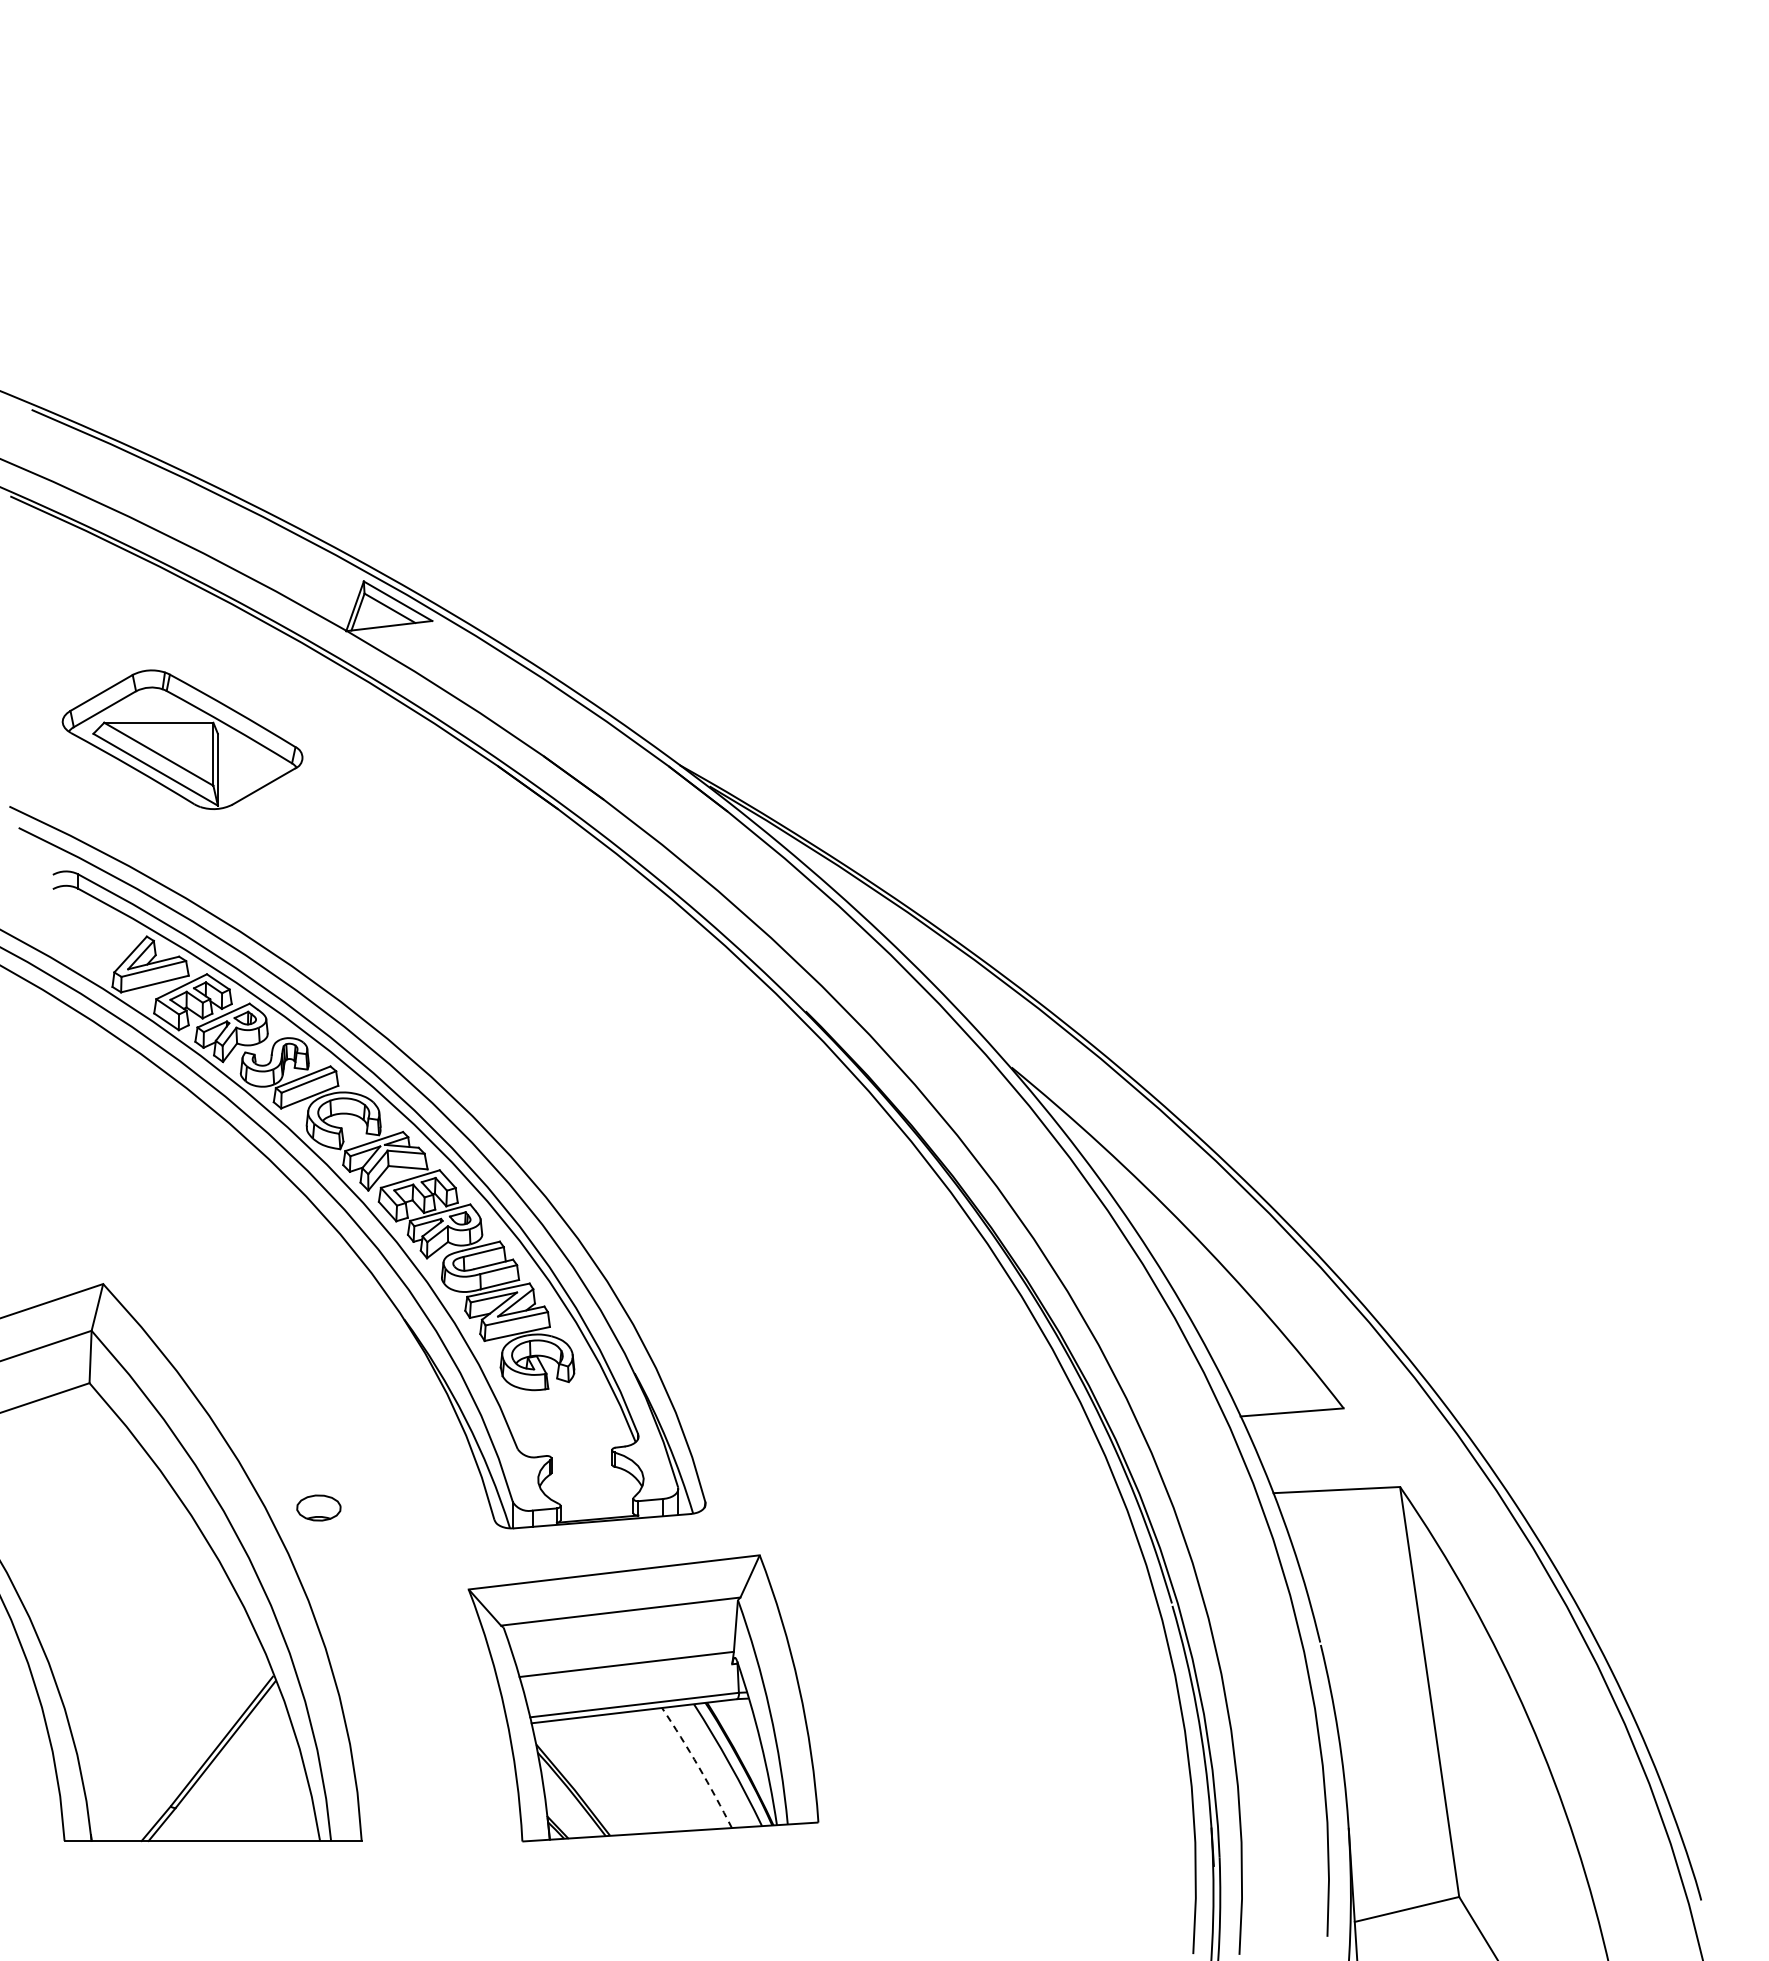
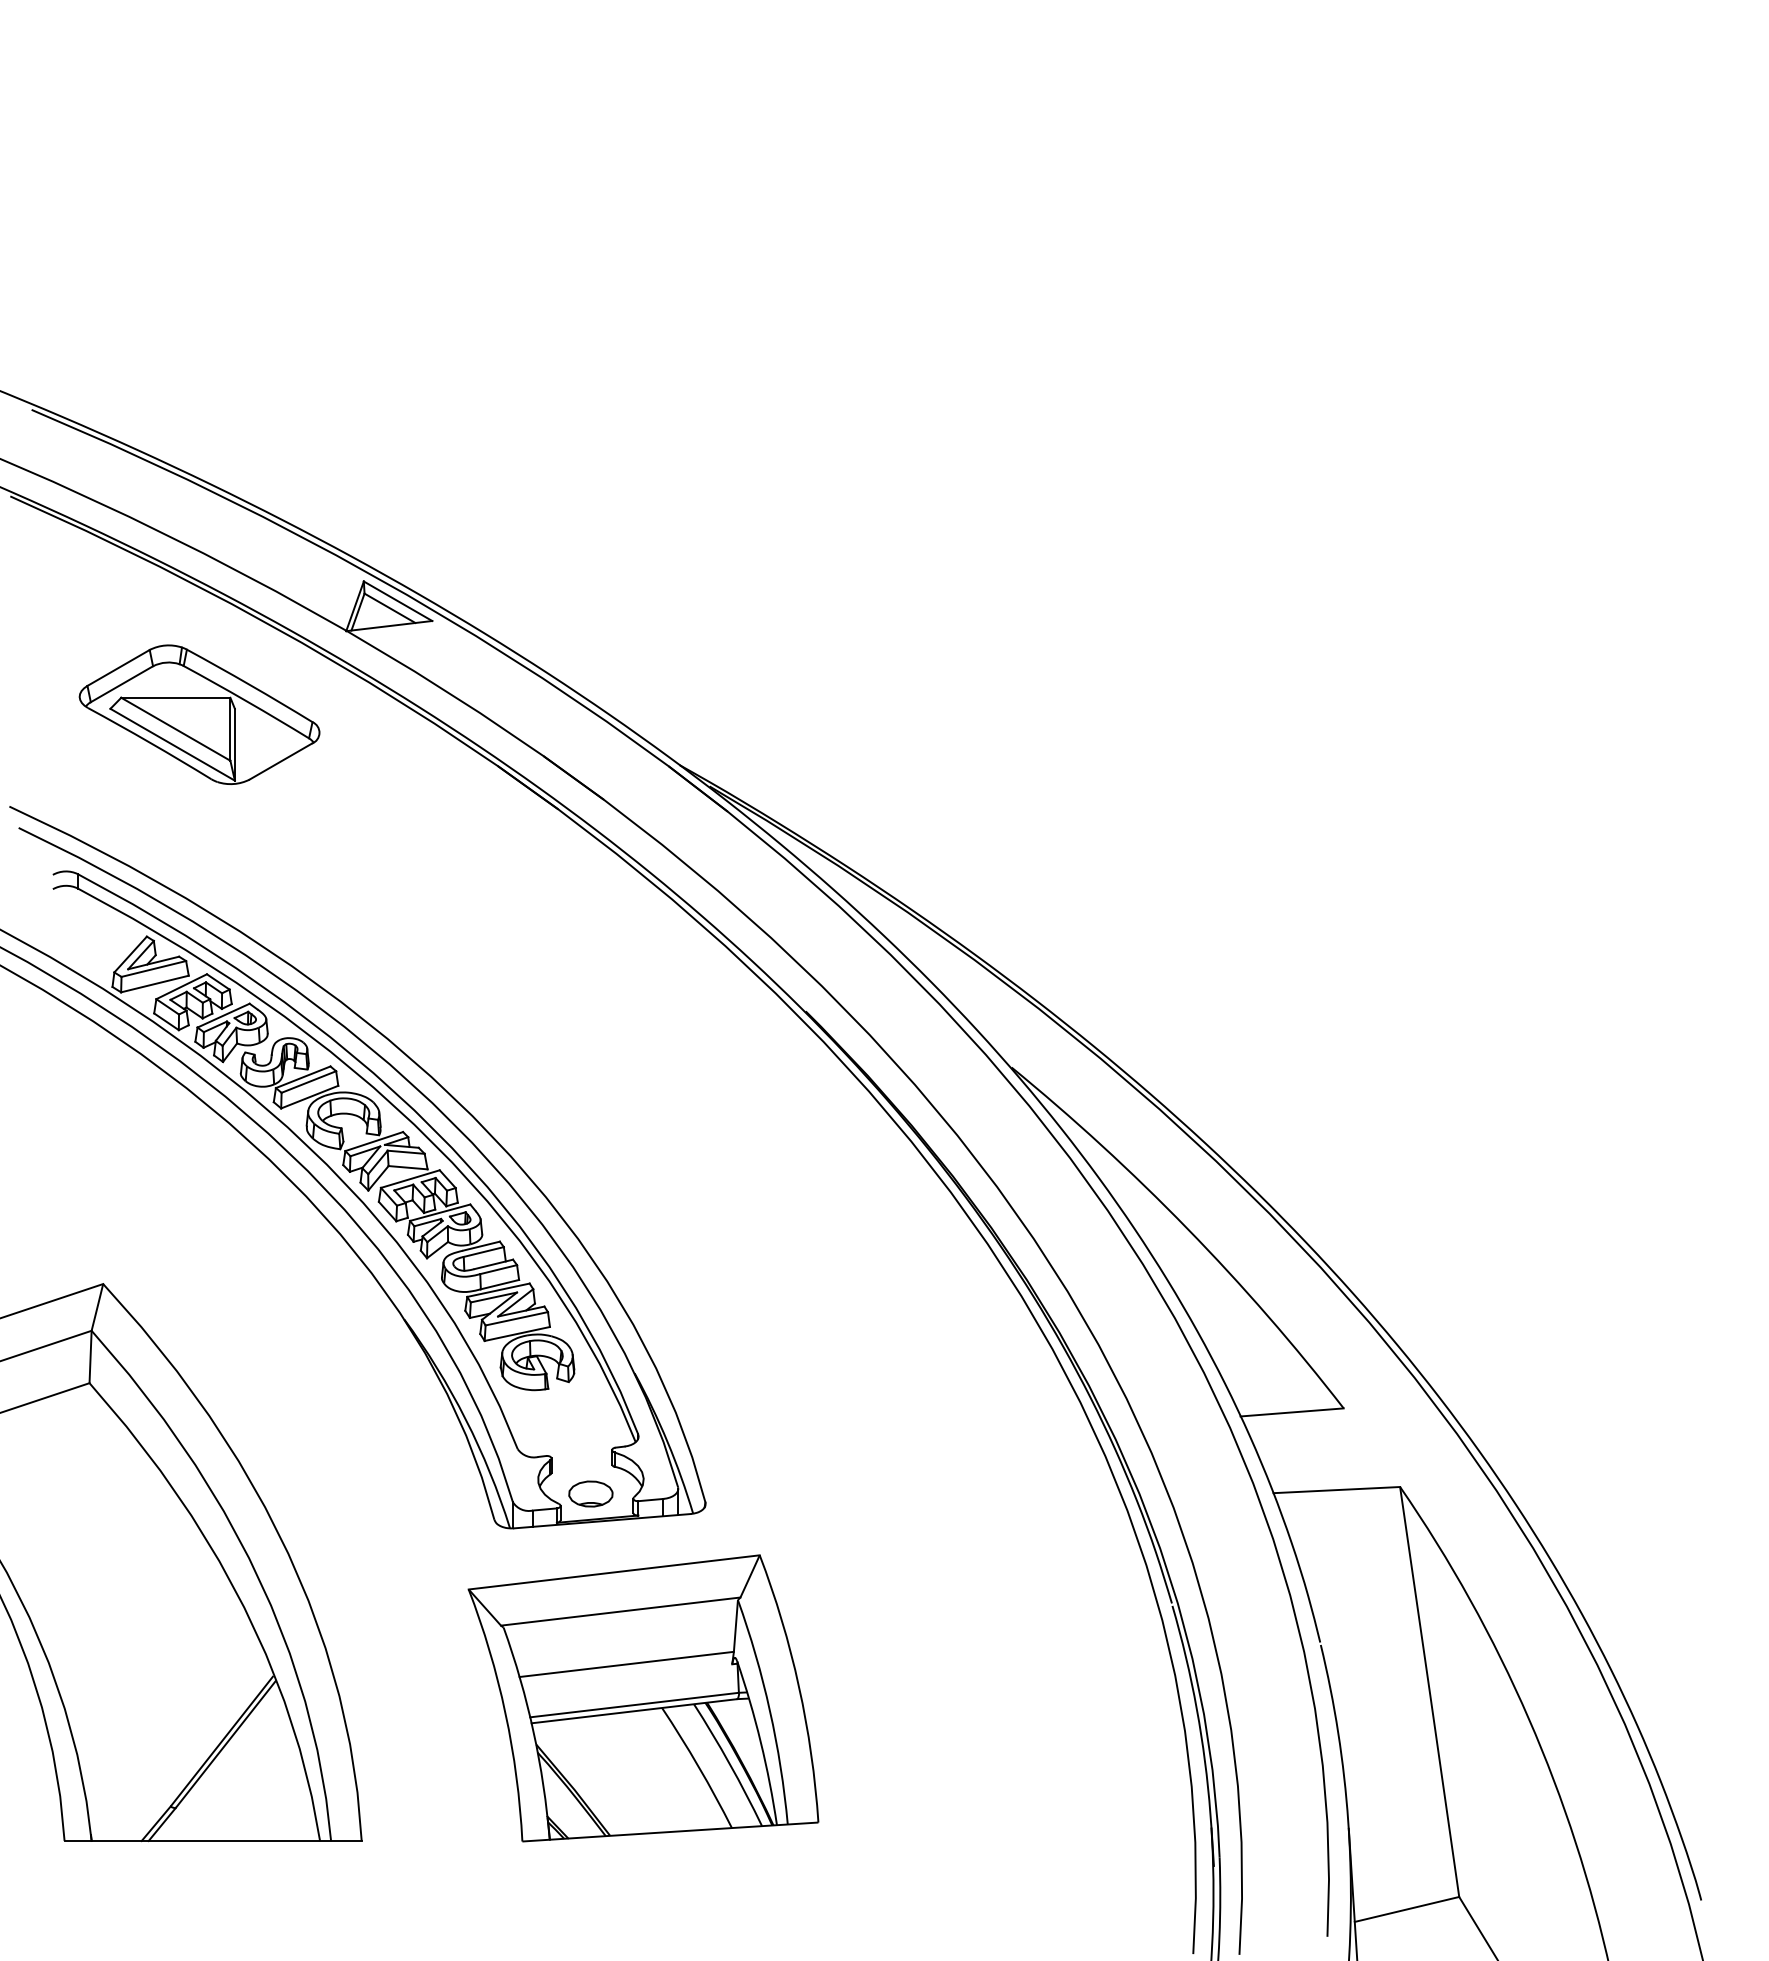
part at (182, 739) position: (182, 739) -> (199, 714)
part at (318, 1507) position: (318, 1507) -> (590, 1493)
arc at (698, 1766): dashed -> solid
